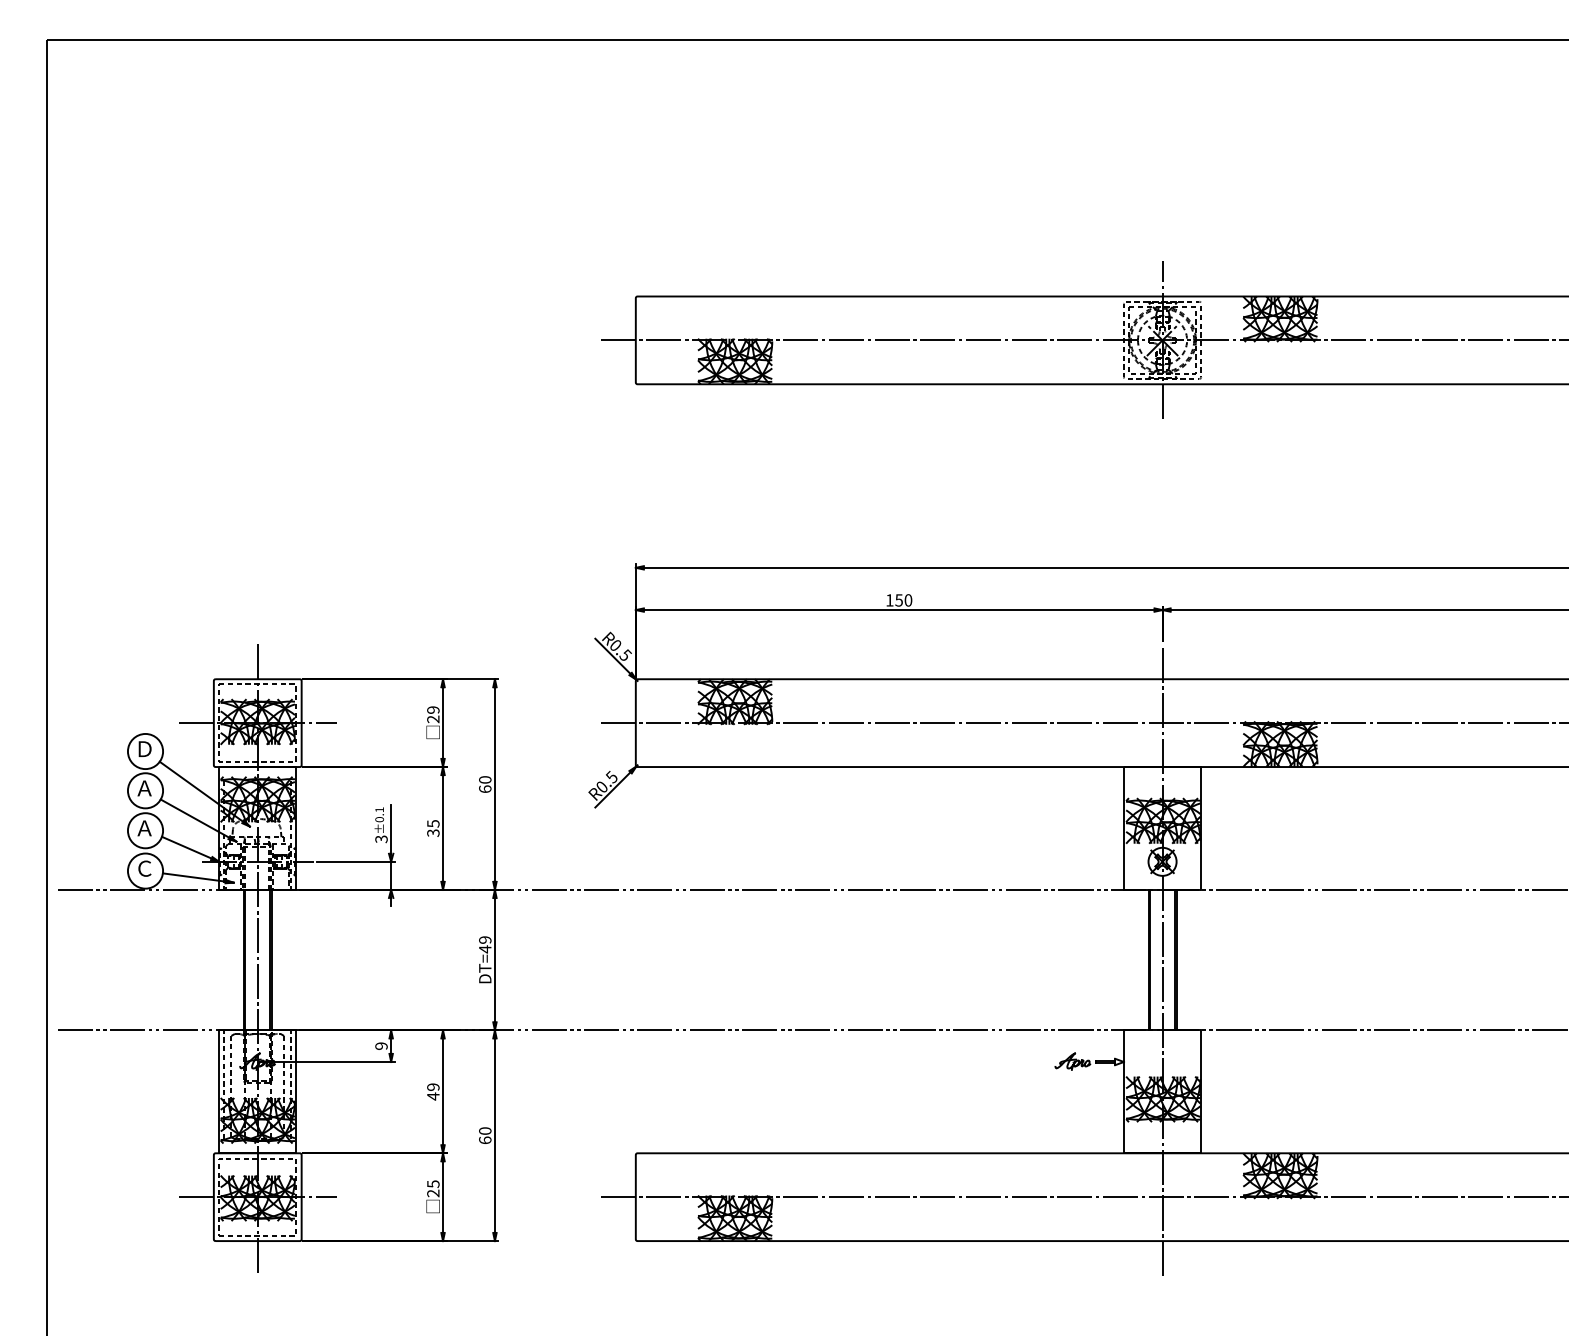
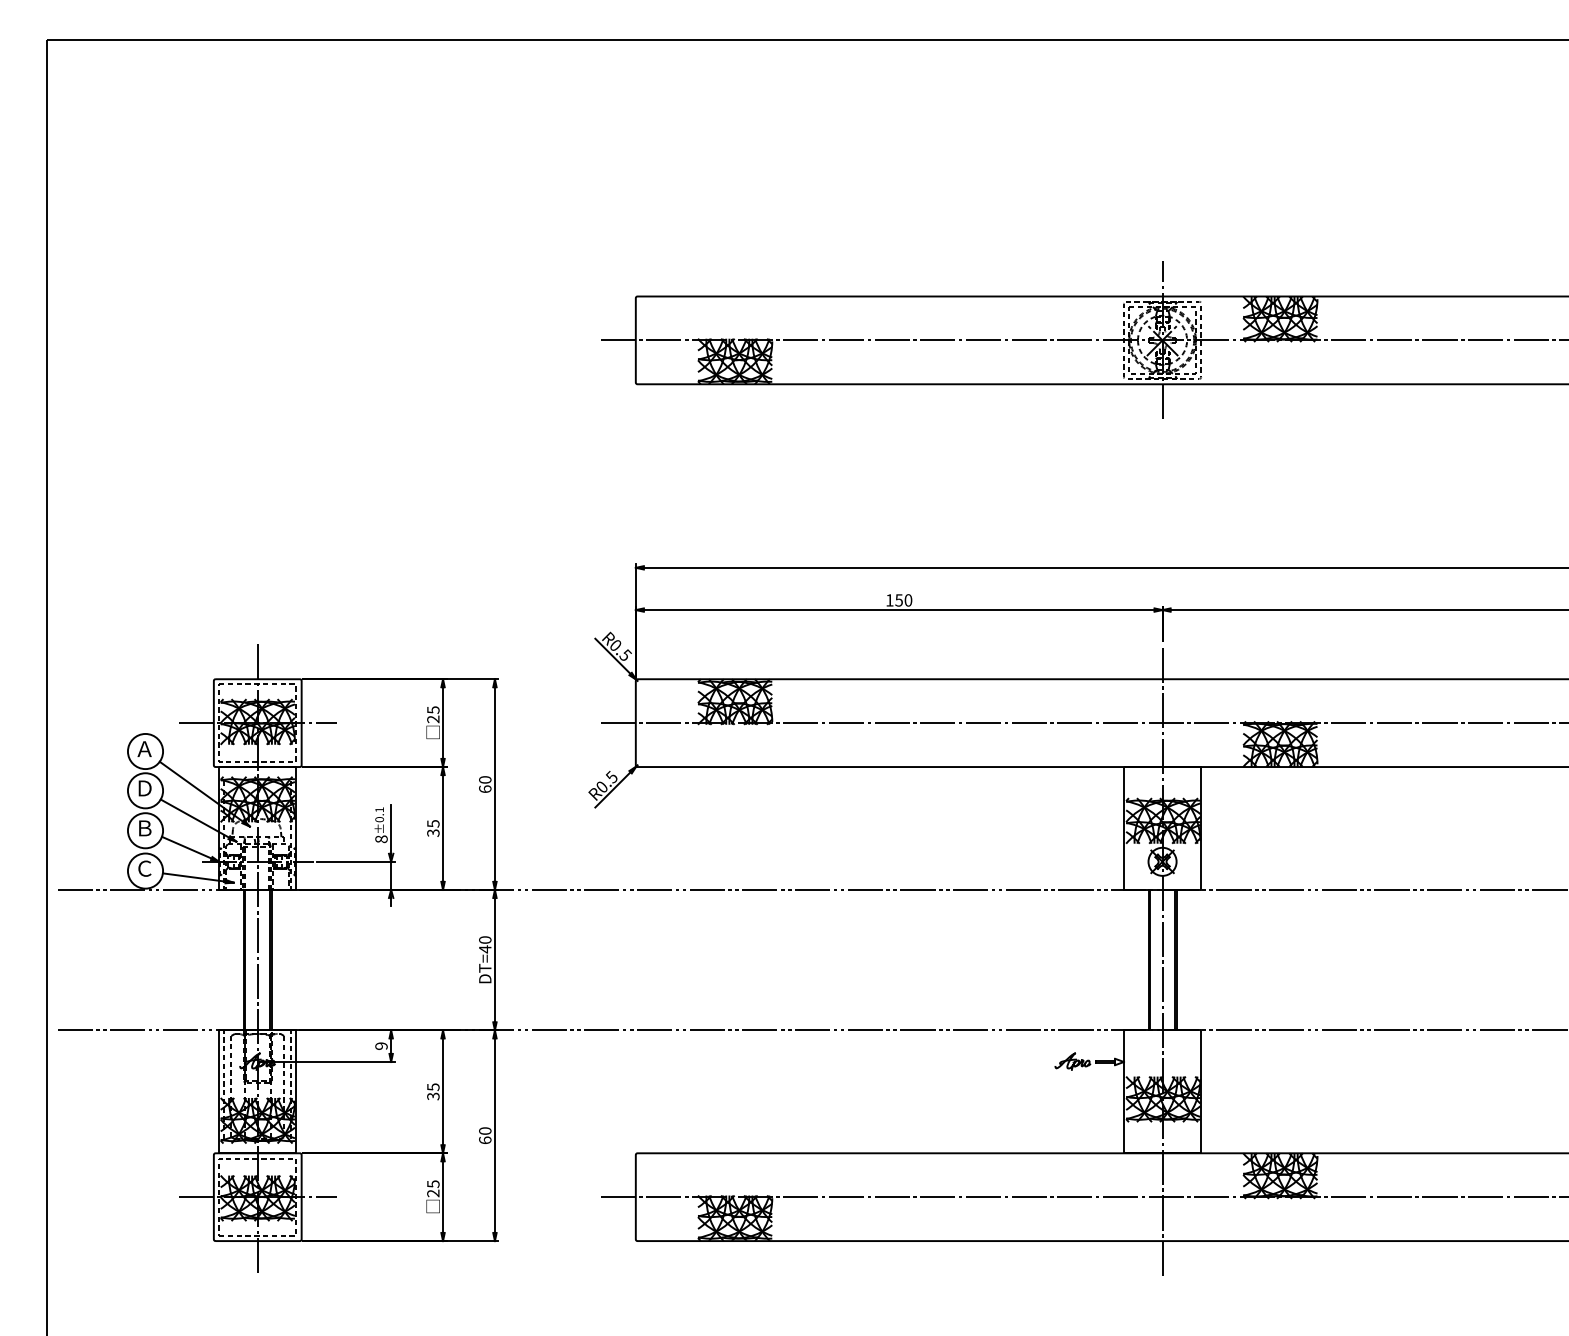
text at (433, 709): 29 -> 25
text at (144, 749): Ｄ -> Ａ
text at (144, 788): Ａ -> Ｄ
text at (144, 828): Ａ -> Ｂ
text at (381, 839): 3 -> 8
text at (485, 939): DT=49 -> DT=40
text at (433, 1091): 49 -> 35
